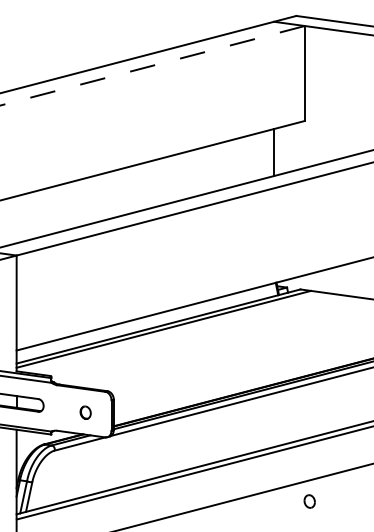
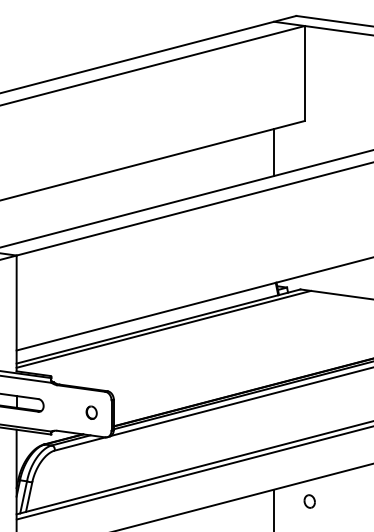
line at (152, 65): dashed -> solid
part at (85, 412) position: (85, 412) -> (91, 412)
line at (273, 508): none -> present
